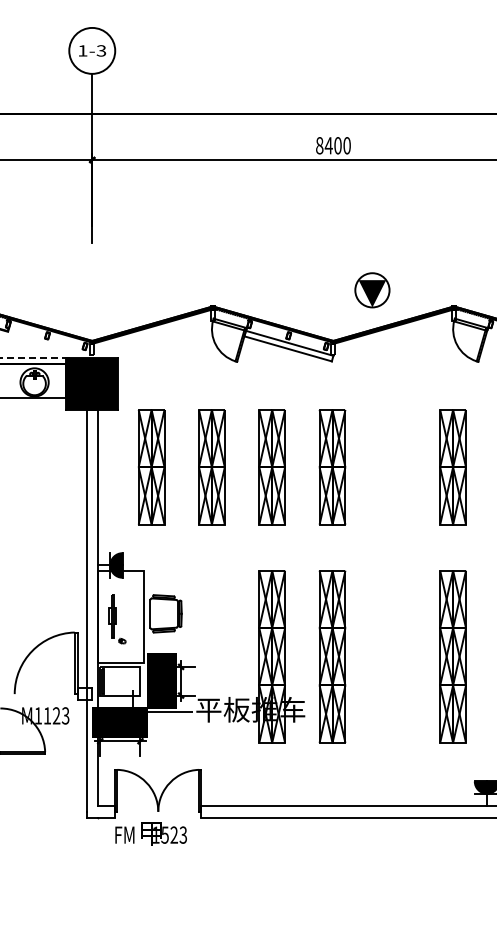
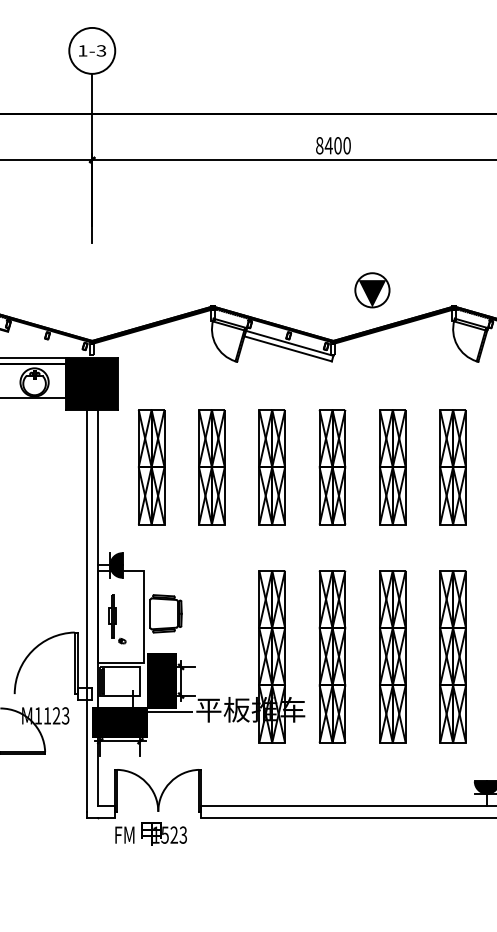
line at (34, 358): dashed -> solid
part at (392, 467): none -> present
part at (392, 656): none -> present
